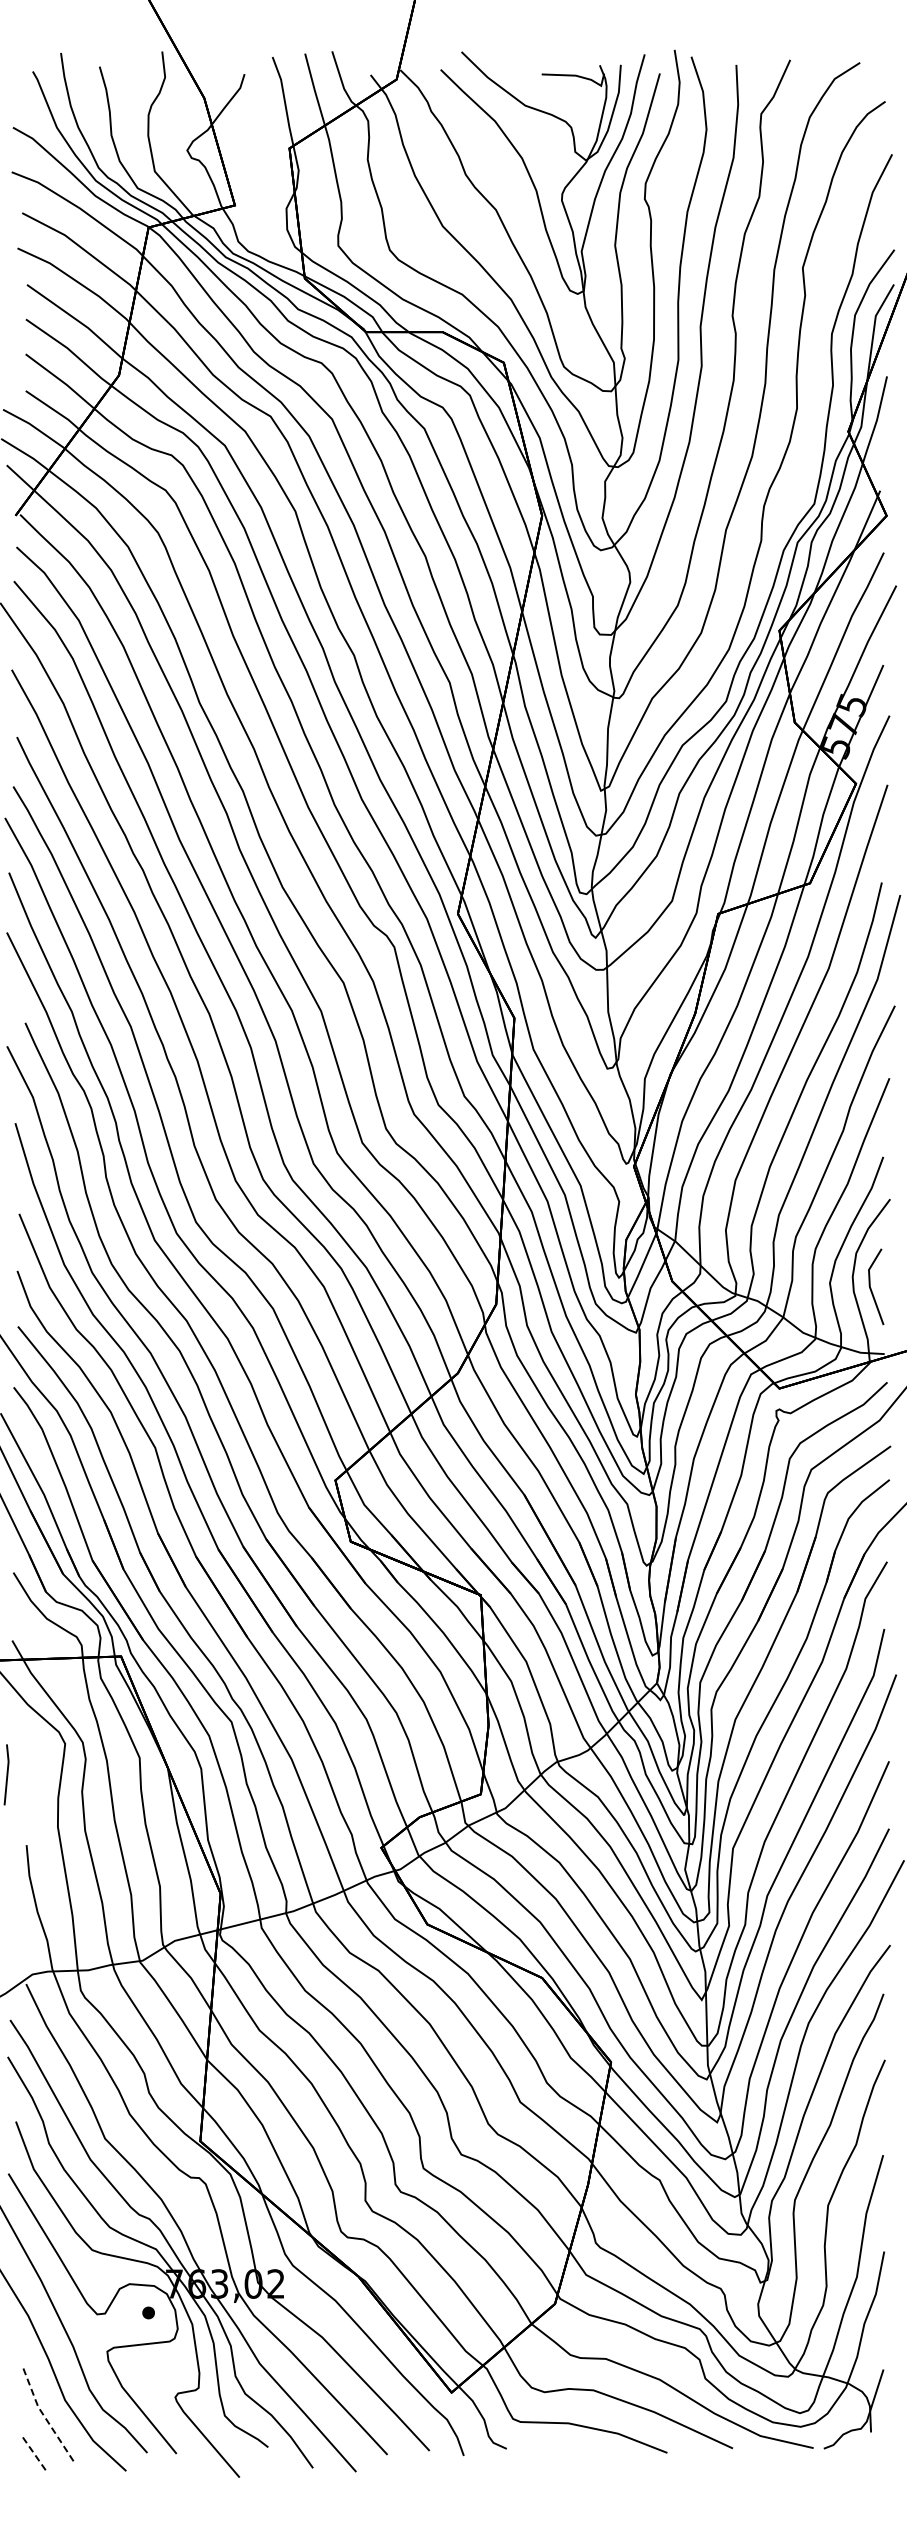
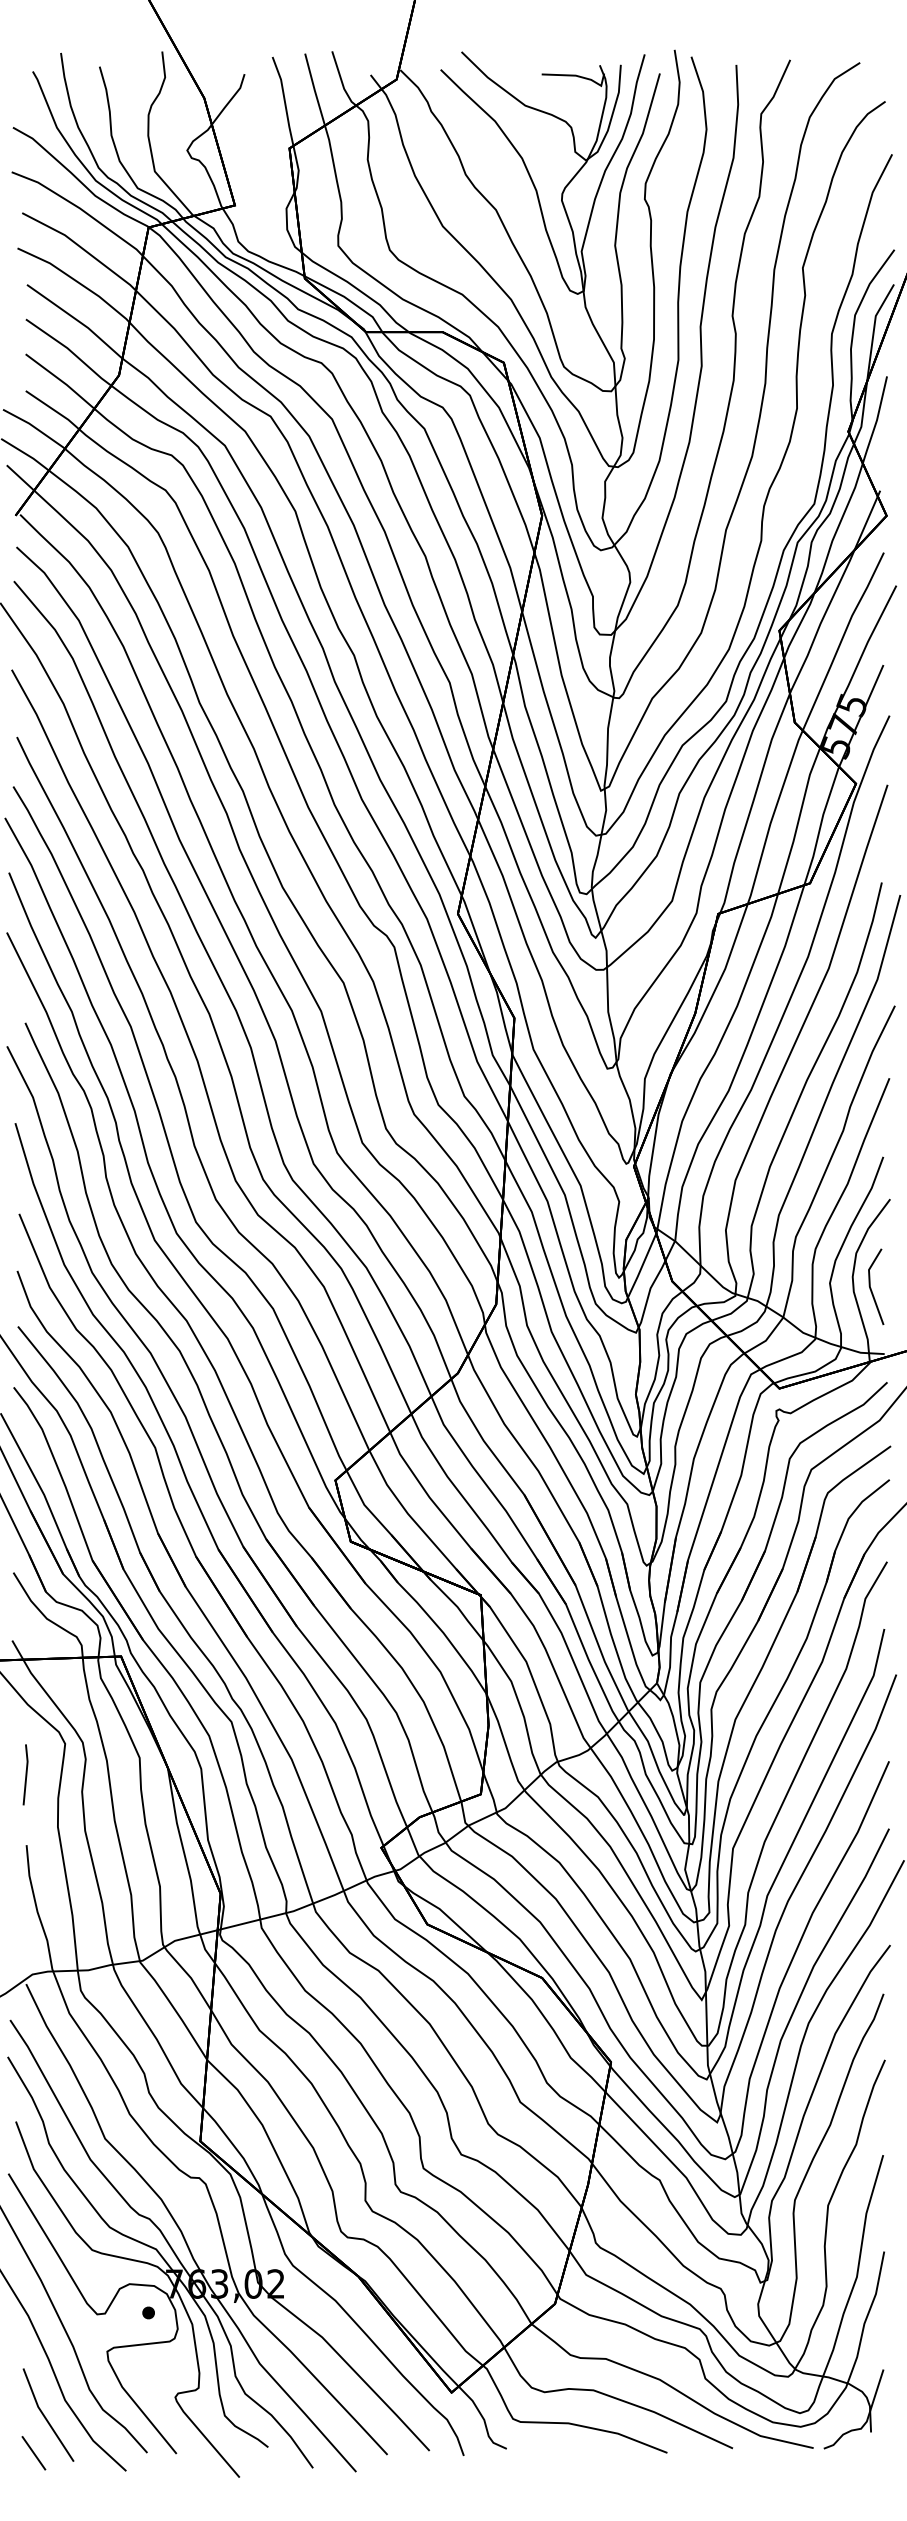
line at (6, 1774) position: (6, 1774) -> (25, 1774)
line at (44, 2416): dashed -> solid
line at (33, 2453): dashed -> solid
